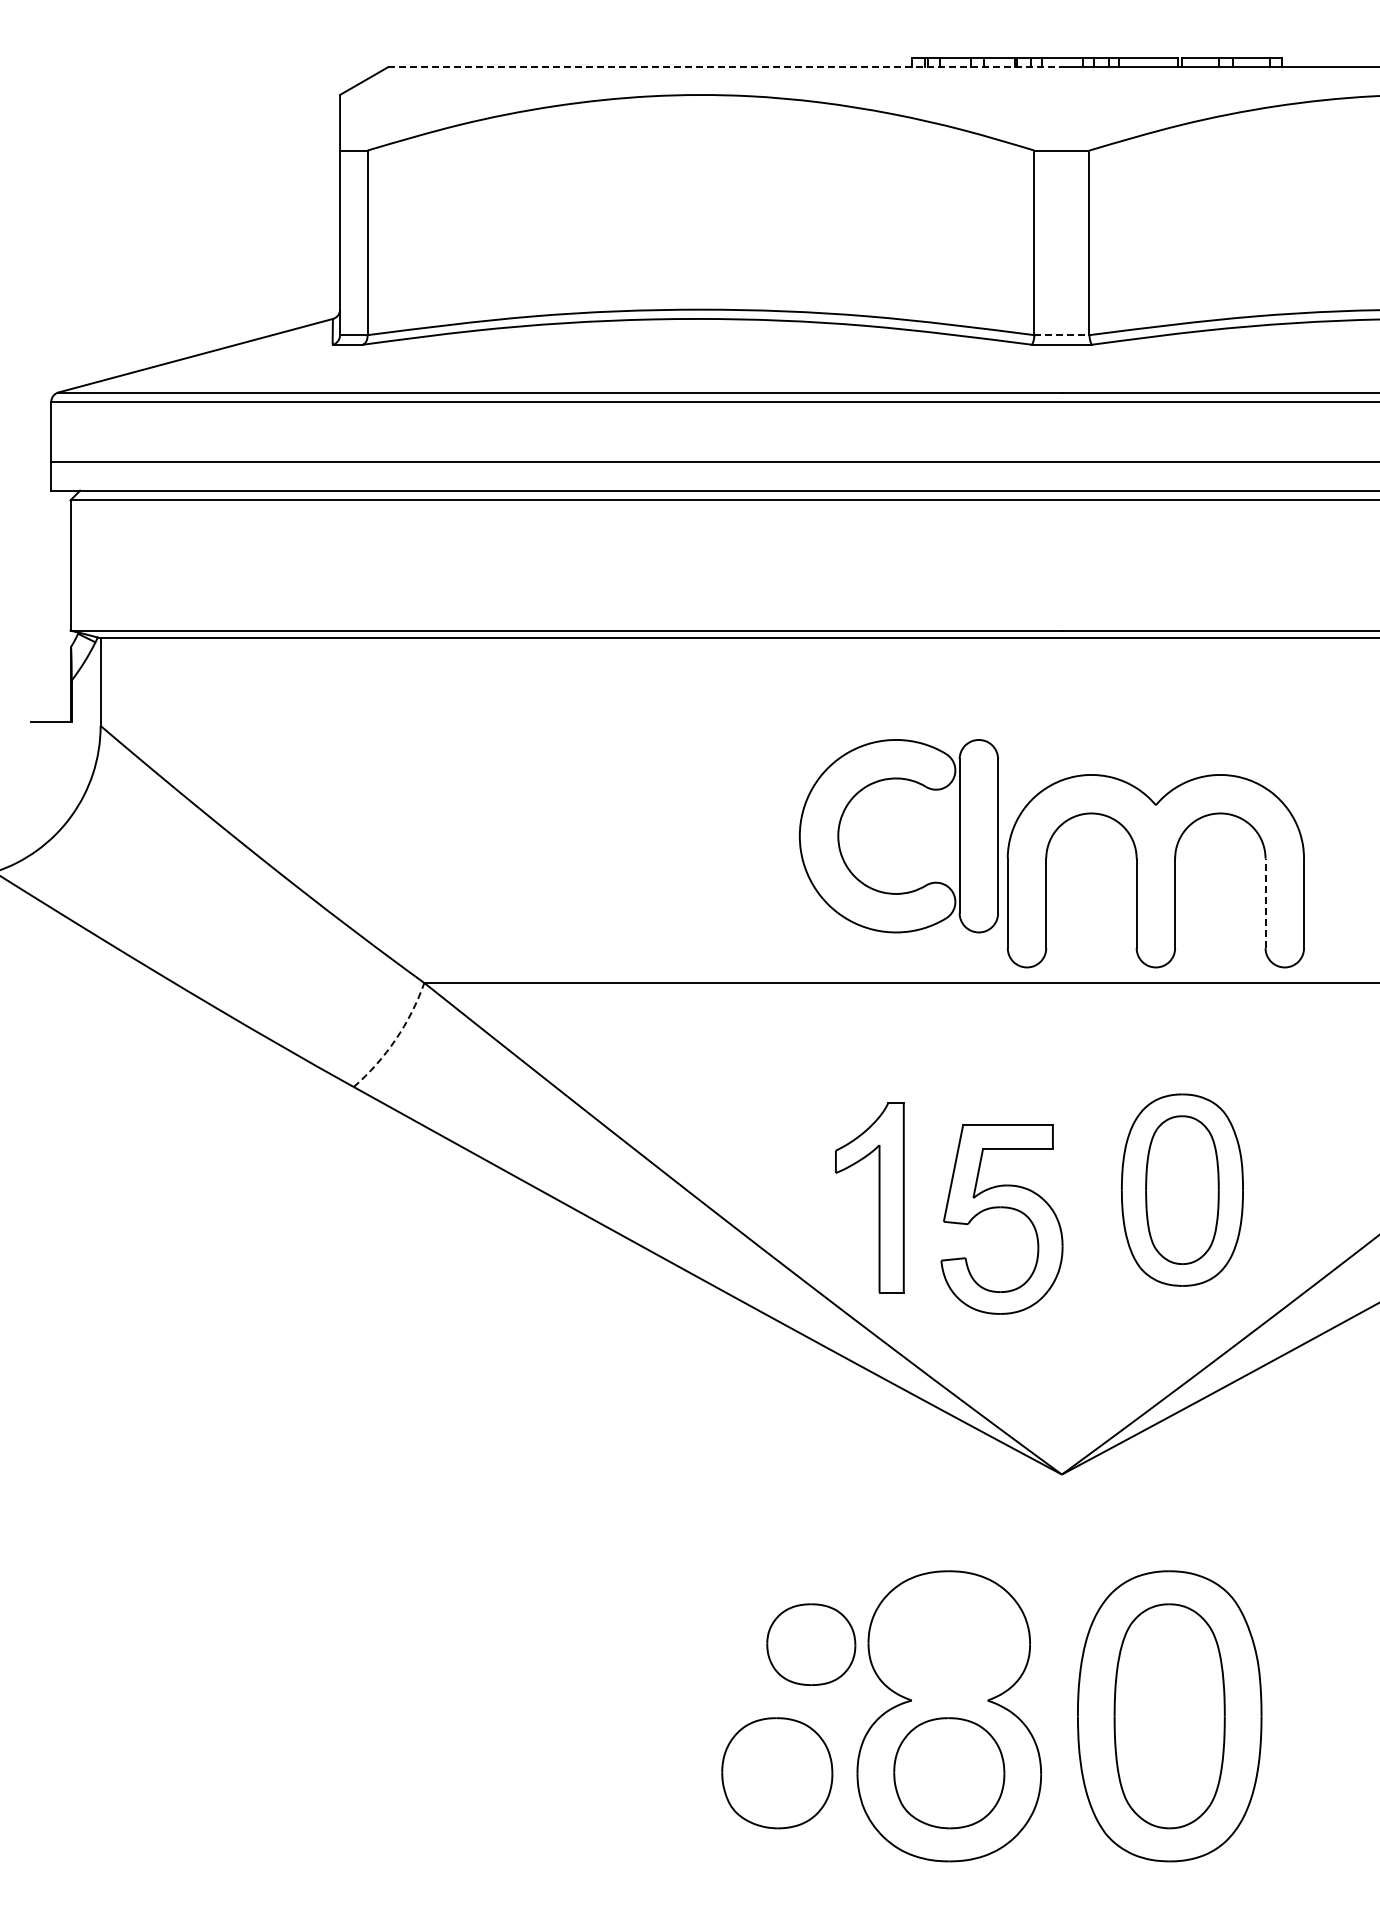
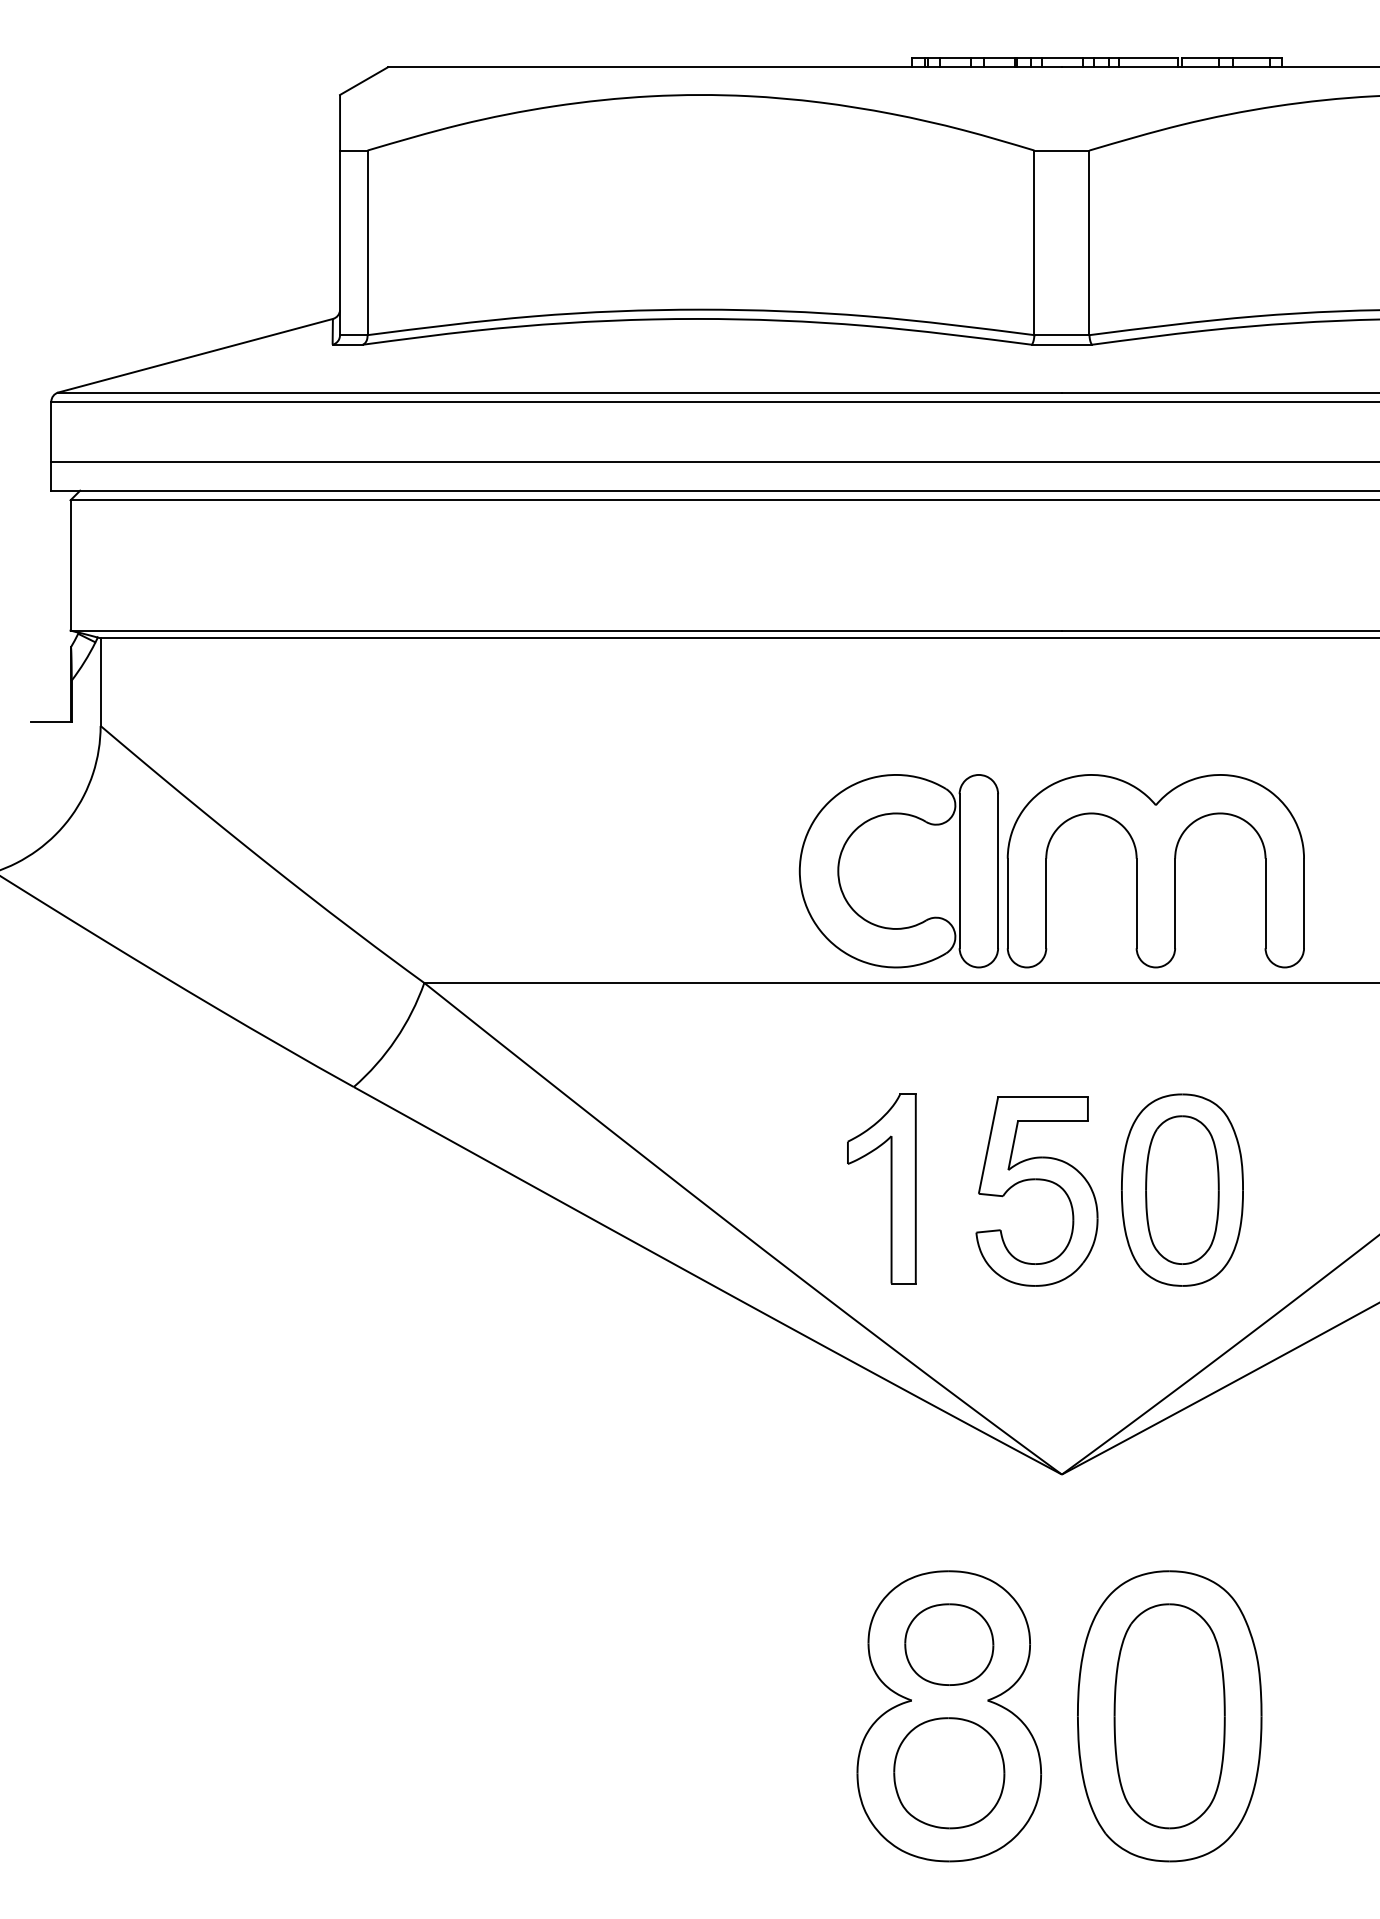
line at (725, 67): dashed -> solid
line at (1061, 335): dashed -> solid
part at (925, 884) position: (925, 884) -> (925, 919)
line at (1265, 903): dashed -> solid
arc at (395, 1039): dashed -> solid
part at (878, 1197) position: (878, 1197) -> (890, 1188)
part at (1001, 1208) position: (1001, 1208) -> (1036, 1180)
part at (811, 1644) position: (811, 1644) -> (949, 1644)
part at (777, 1773): present -> none
